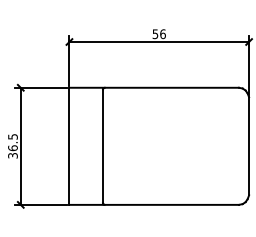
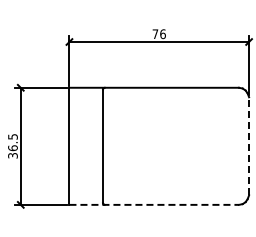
text at (155, 34): 56 -> 76
line at (249, 145): solid -> dashed
line at (154, 204): solid -> dashed
